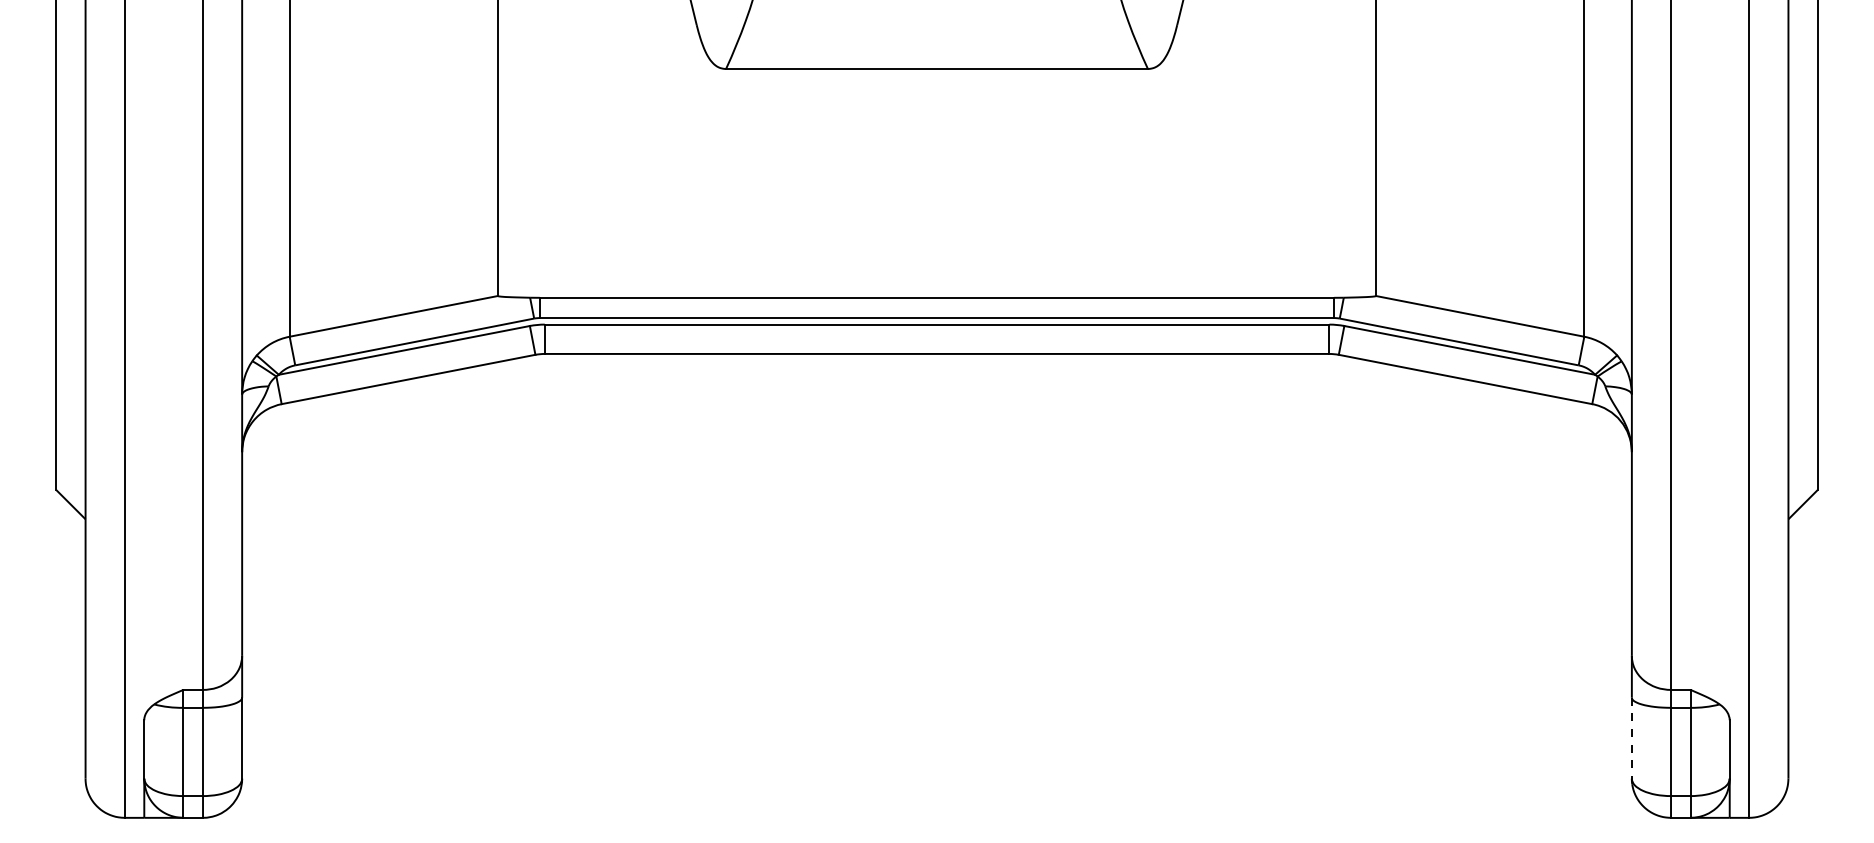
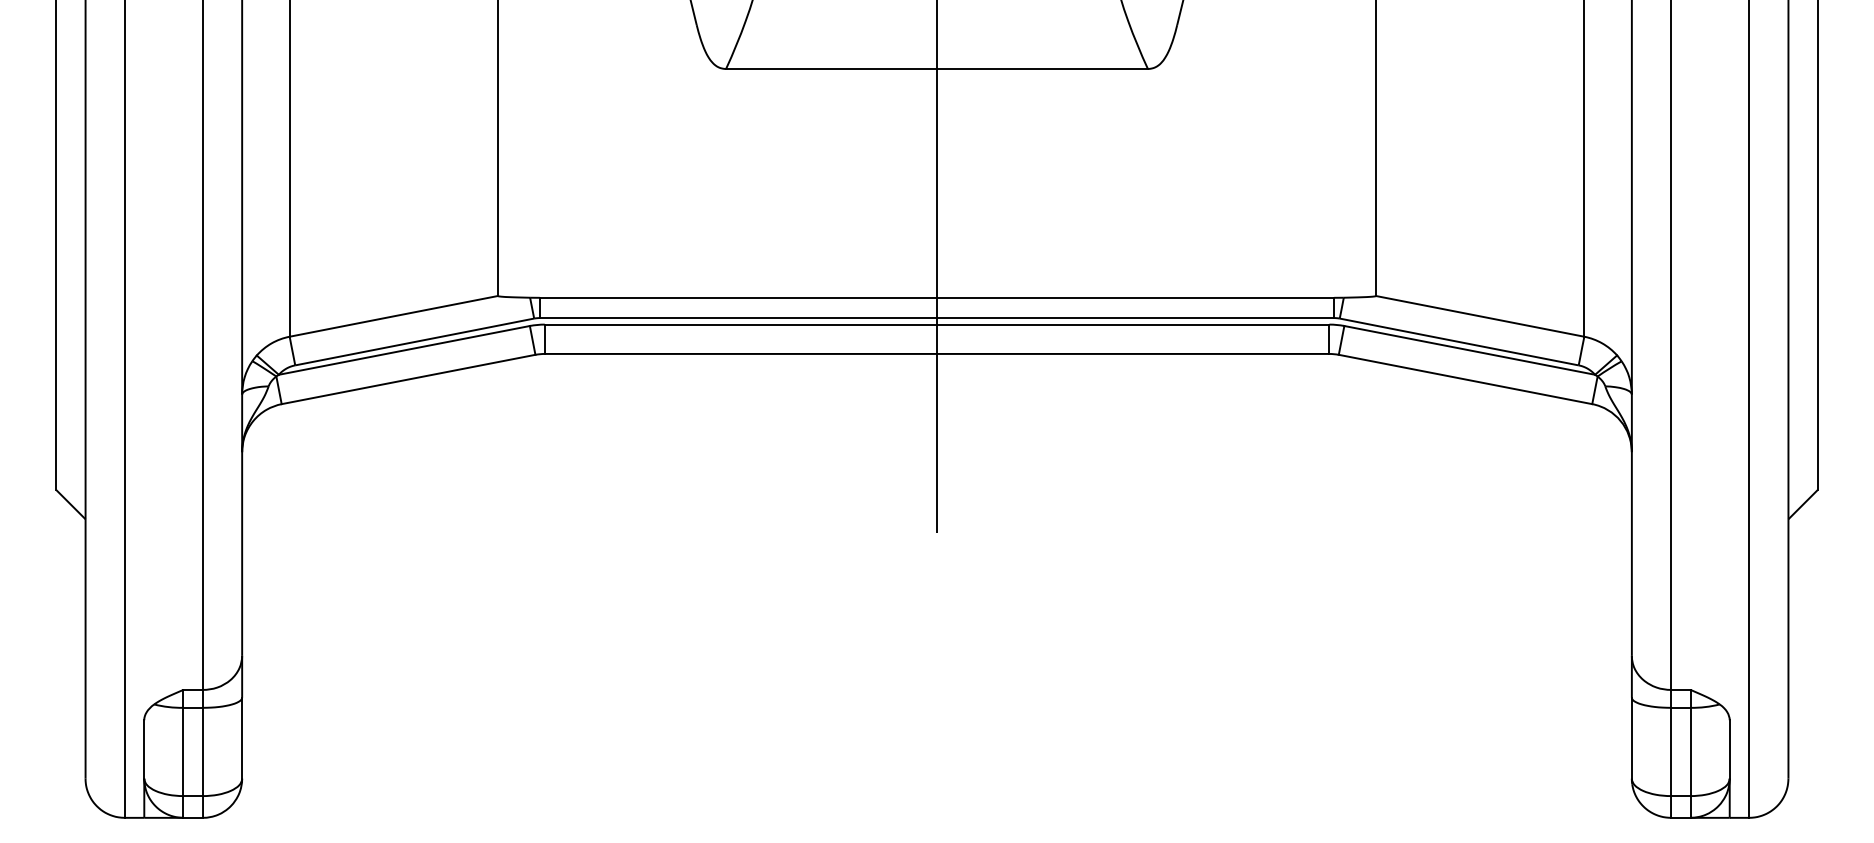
line at (937, 267): none -> present
line at (1631, 738): dashed -> solid
